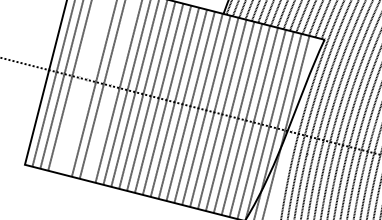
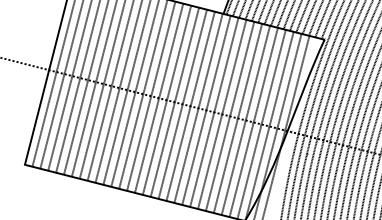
line at (77, 87): none -> present
line at (85, 88): none -> present
line at (110, 91): none -> present
